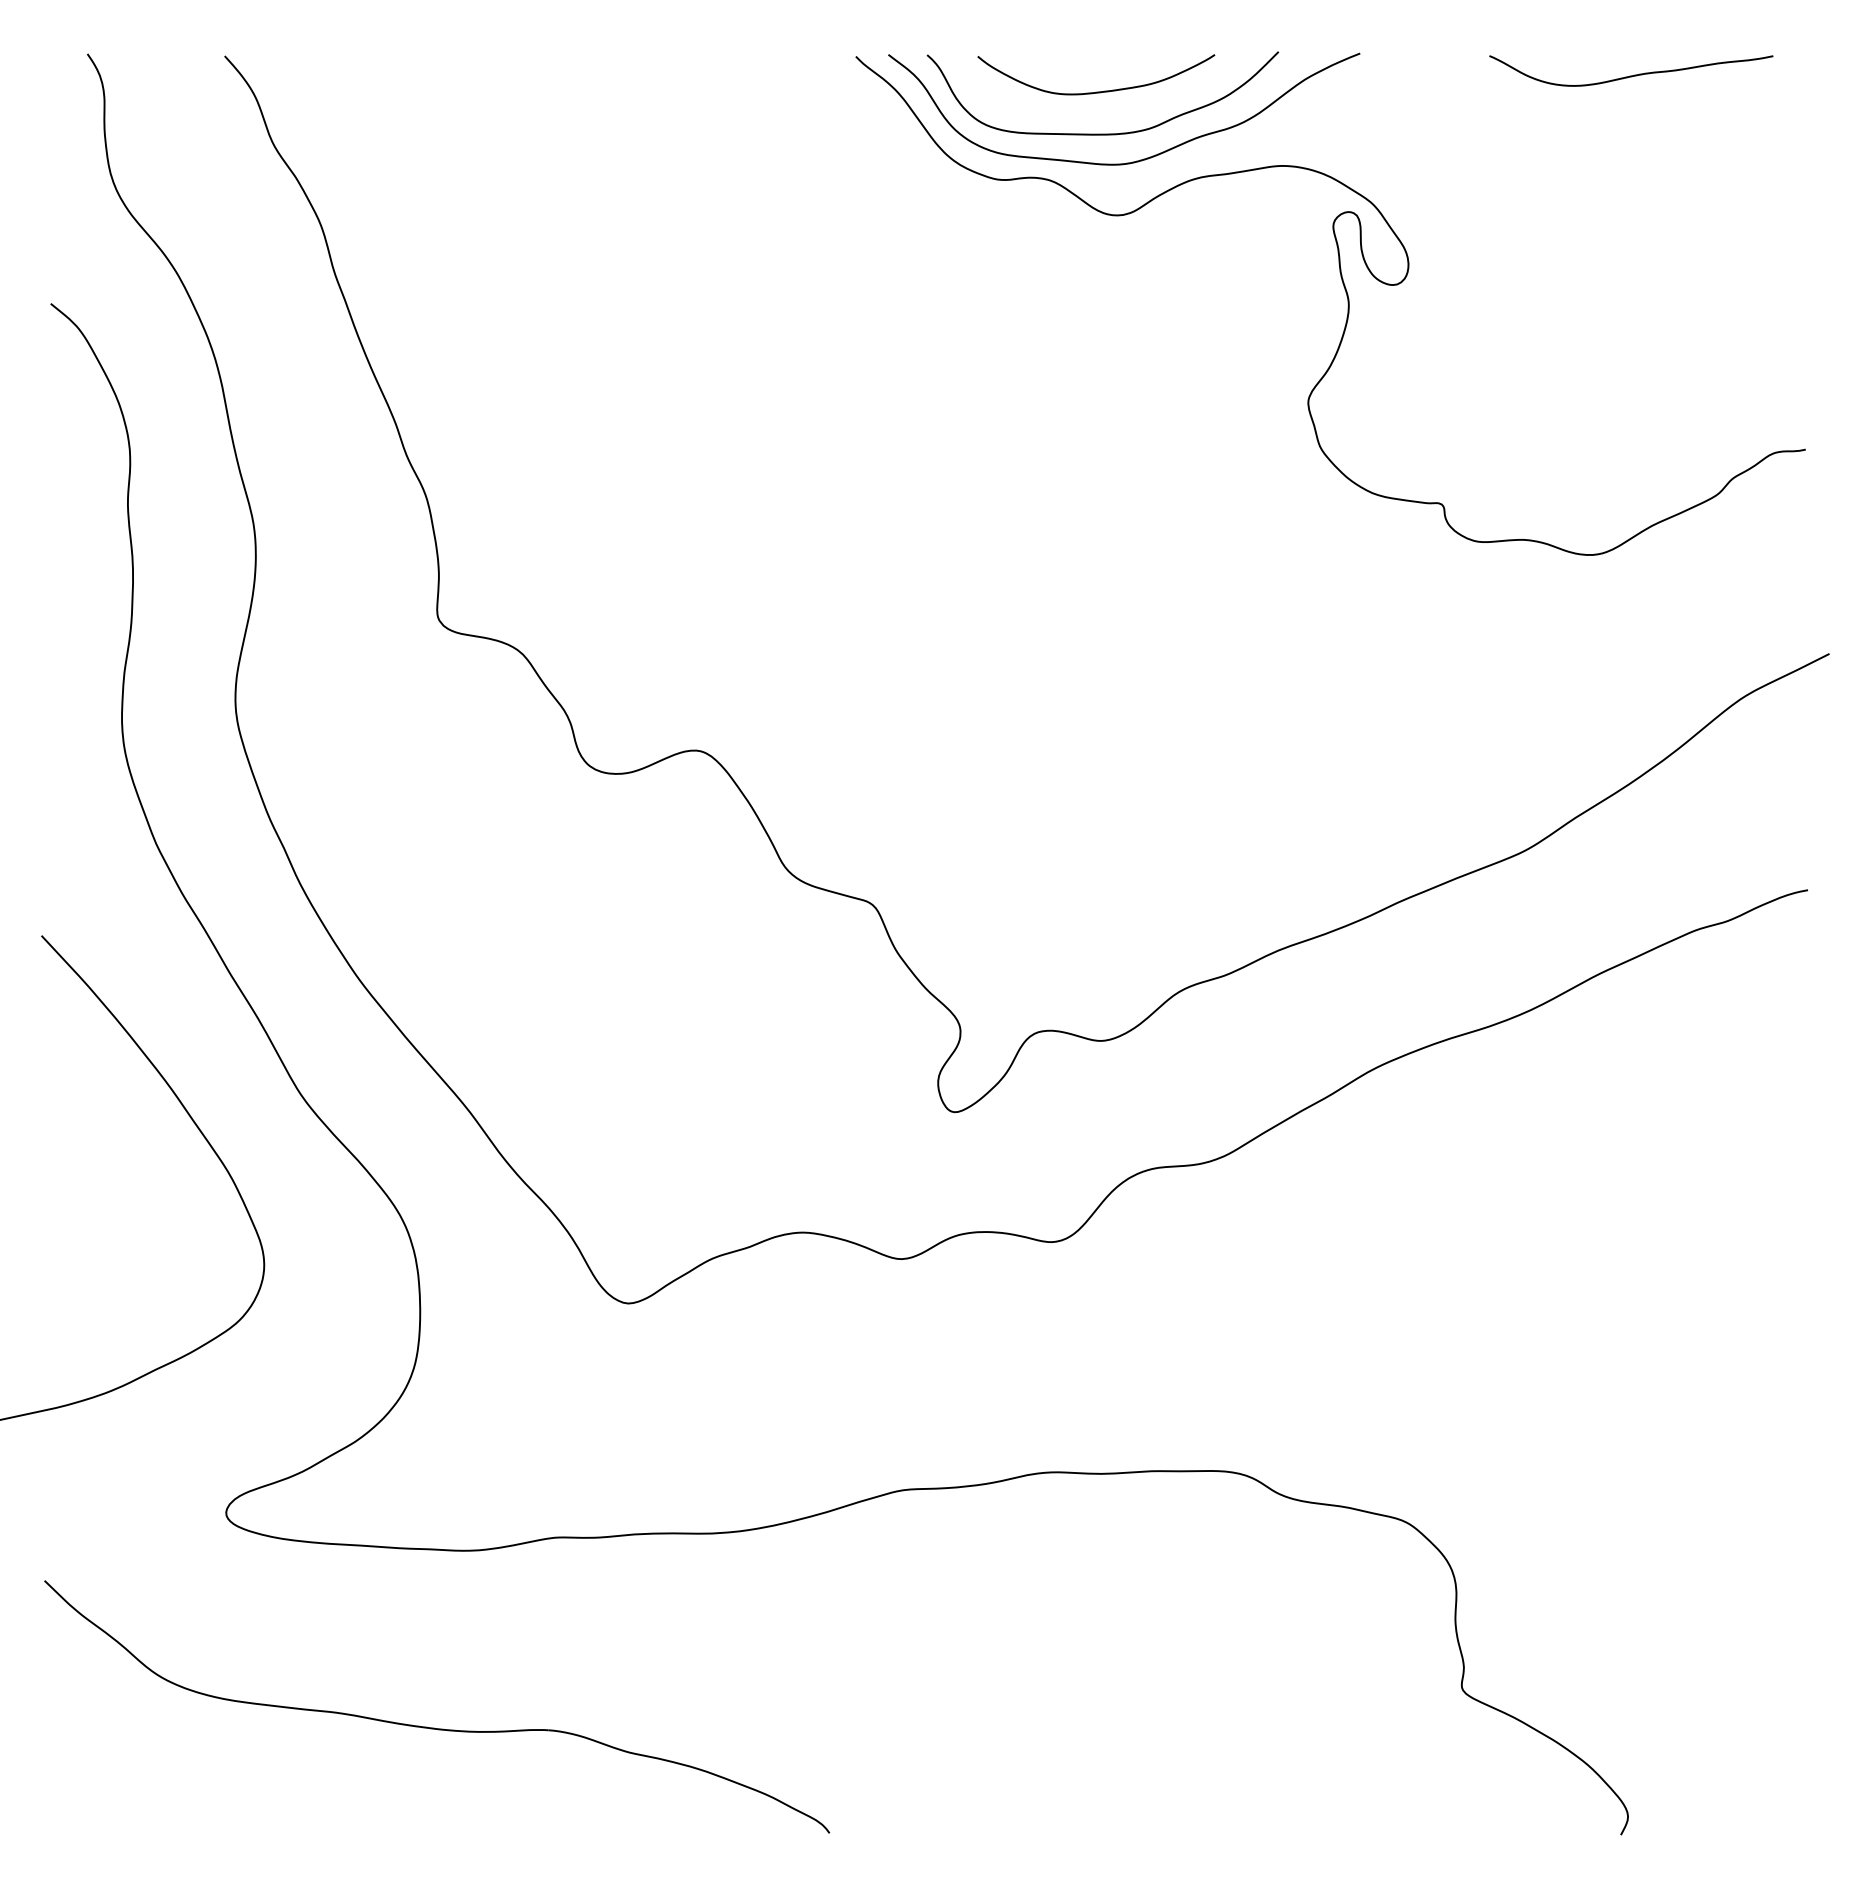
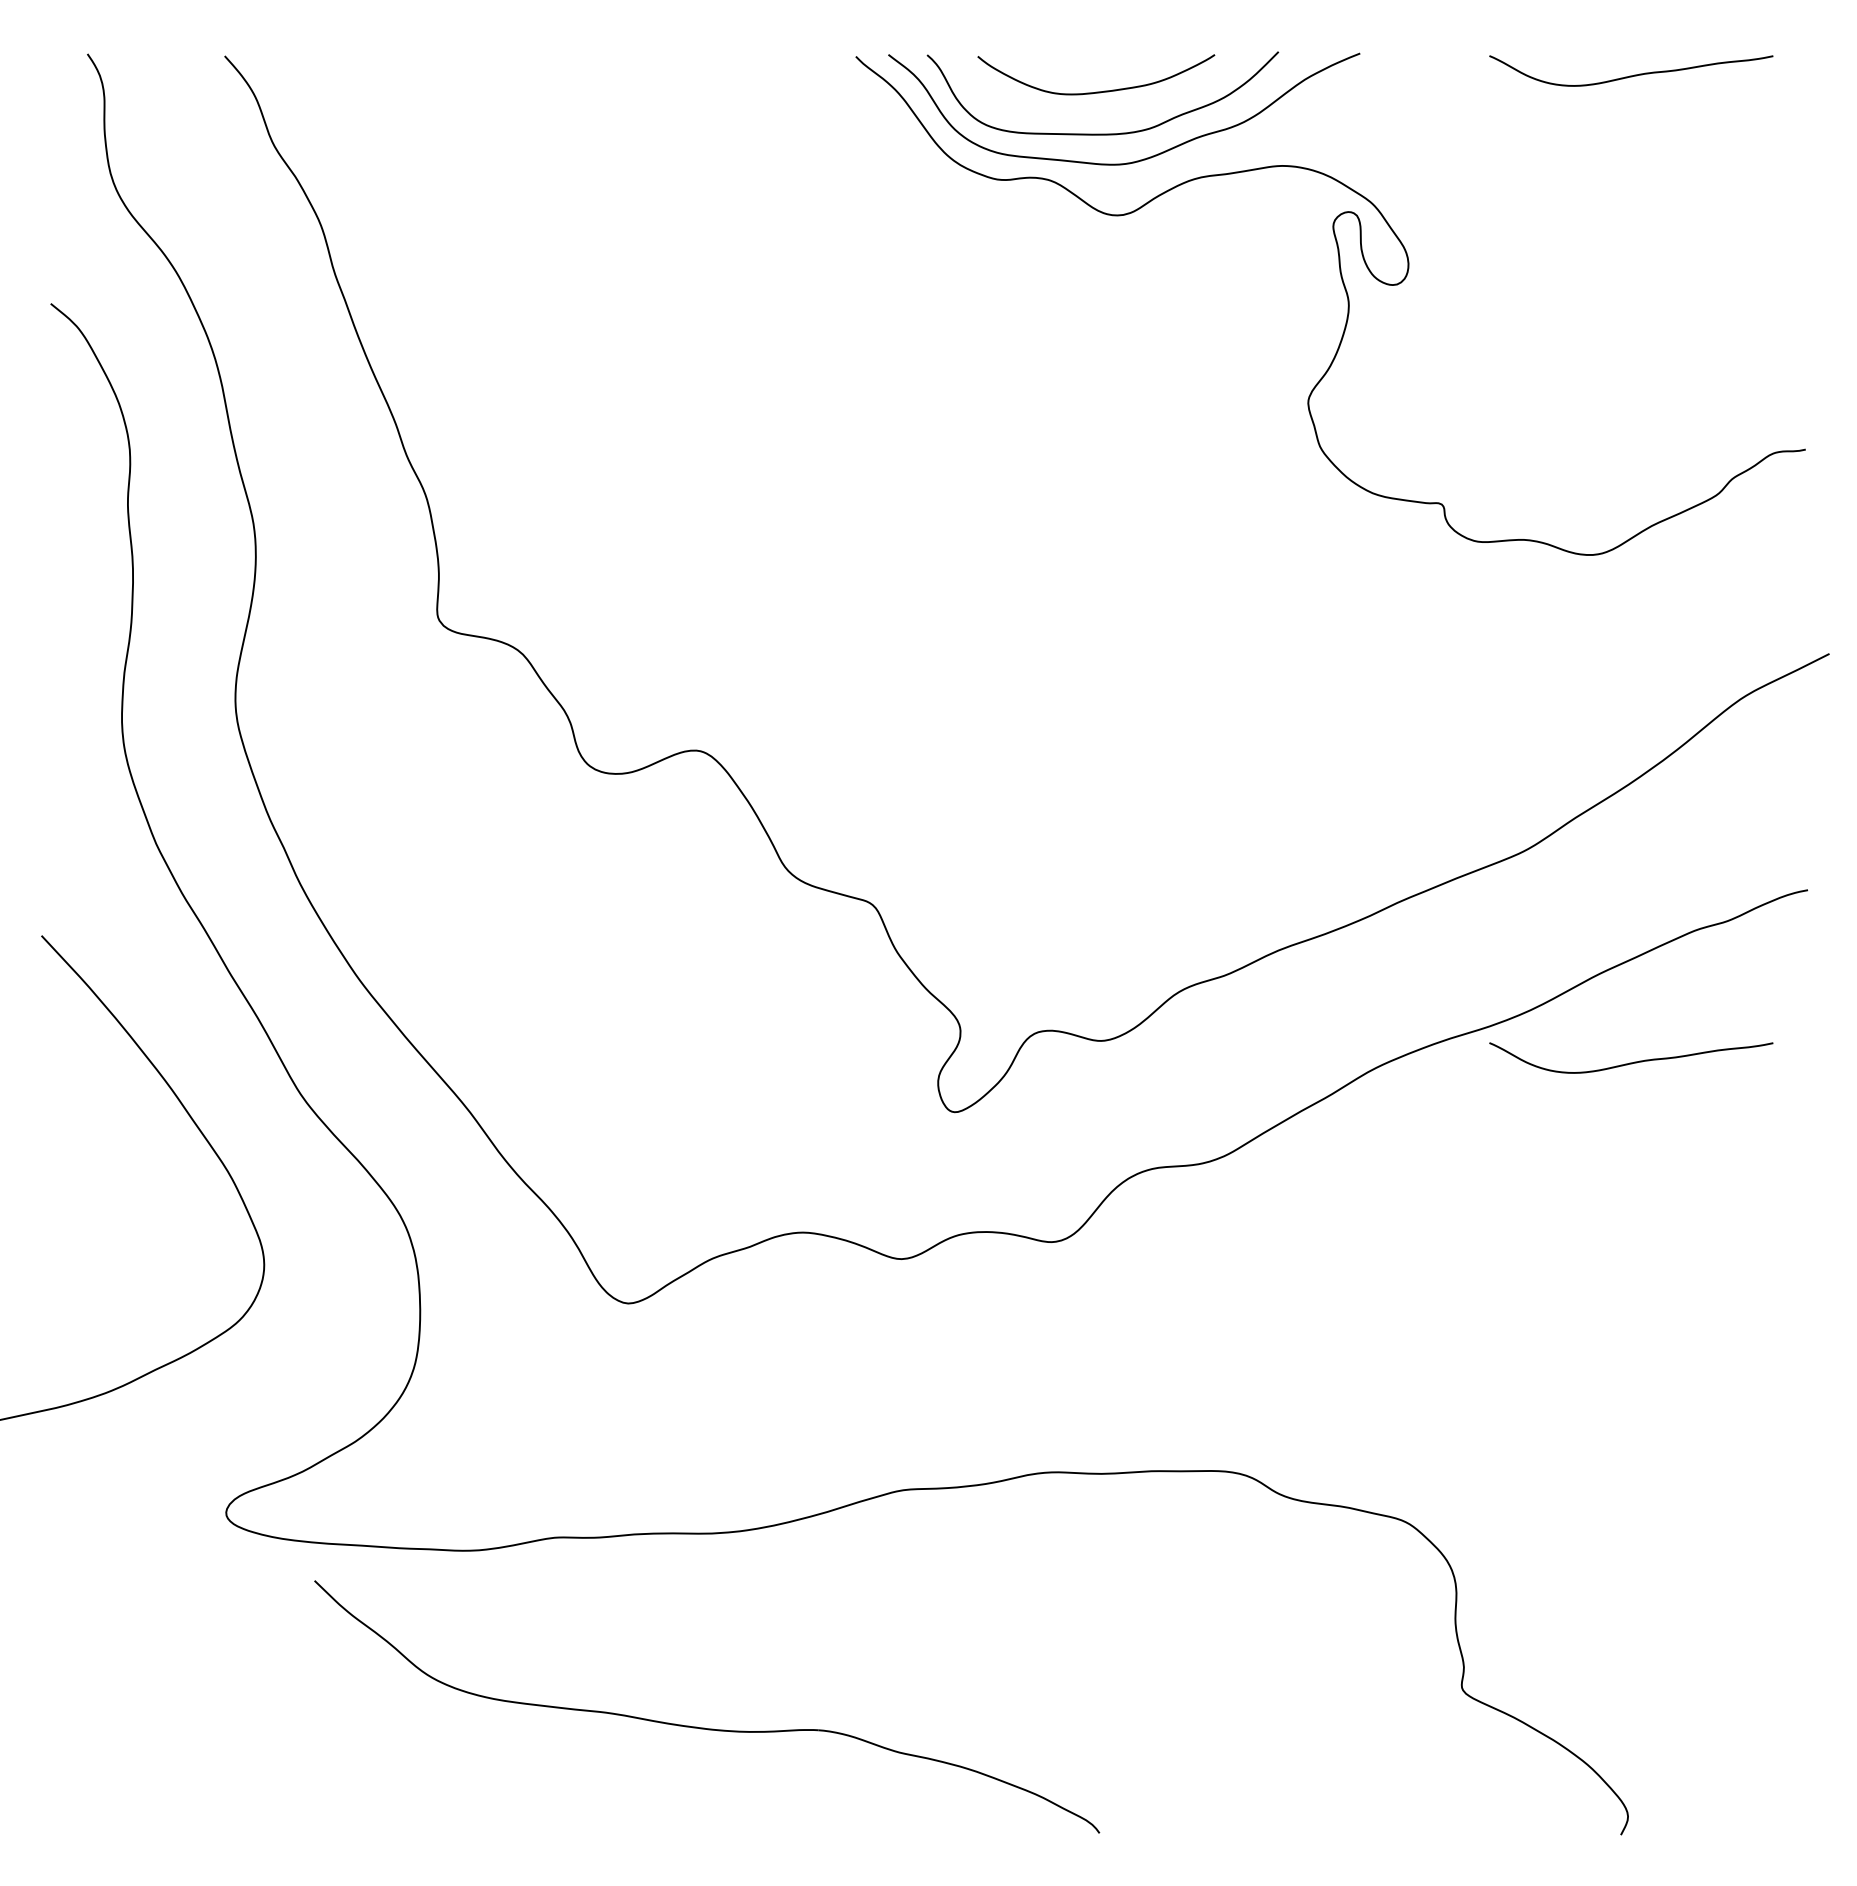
curve at (1634, 1061): none -> present
part at (434, 1727) position: (434, 1727) -> (704, 1727)
